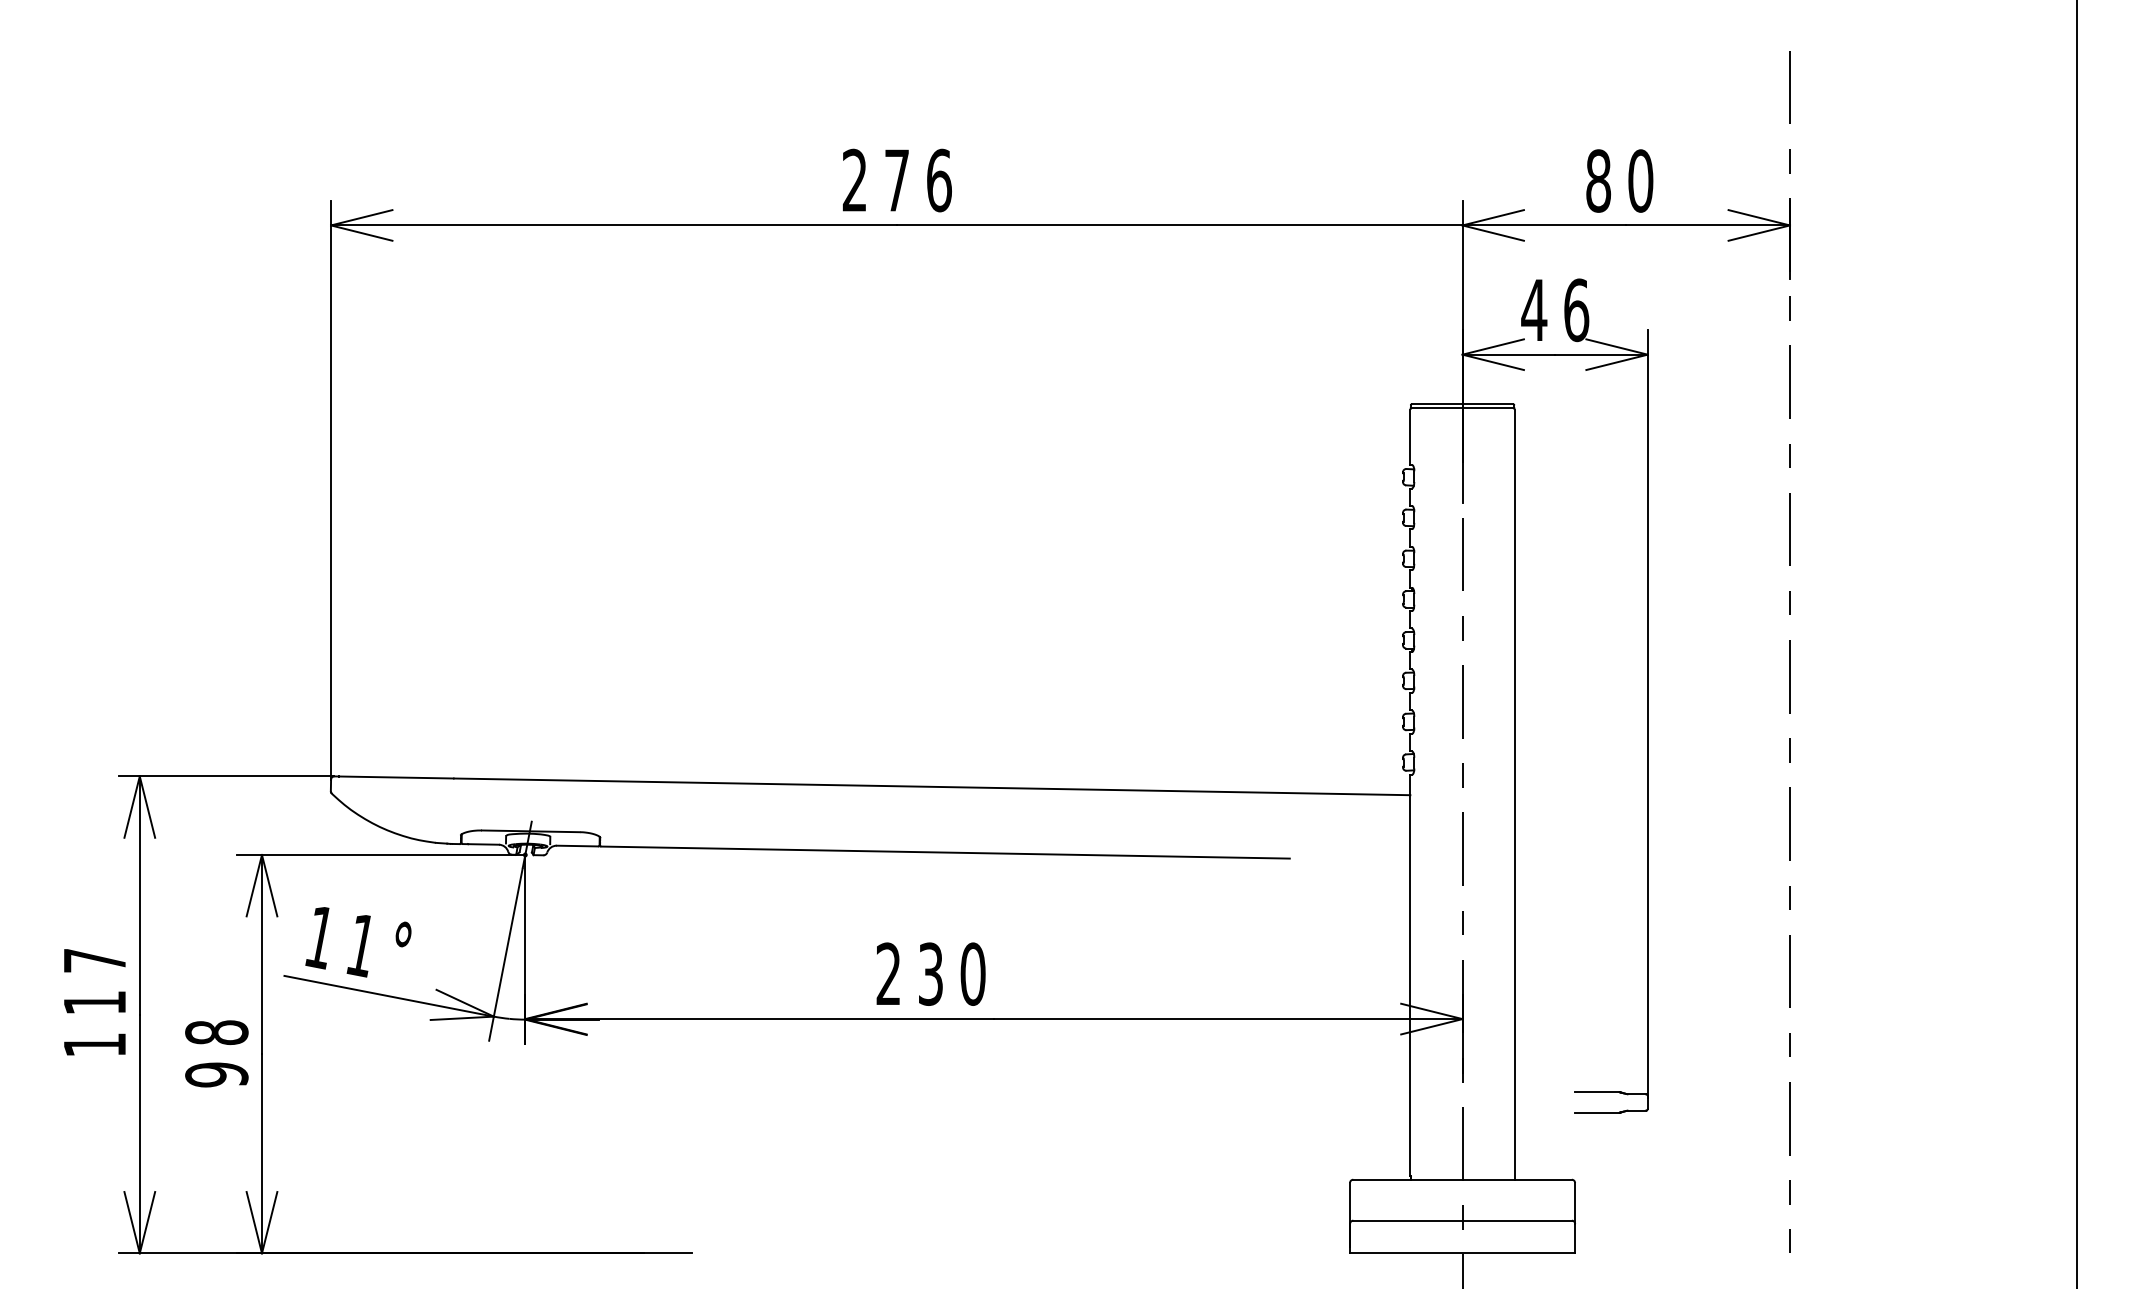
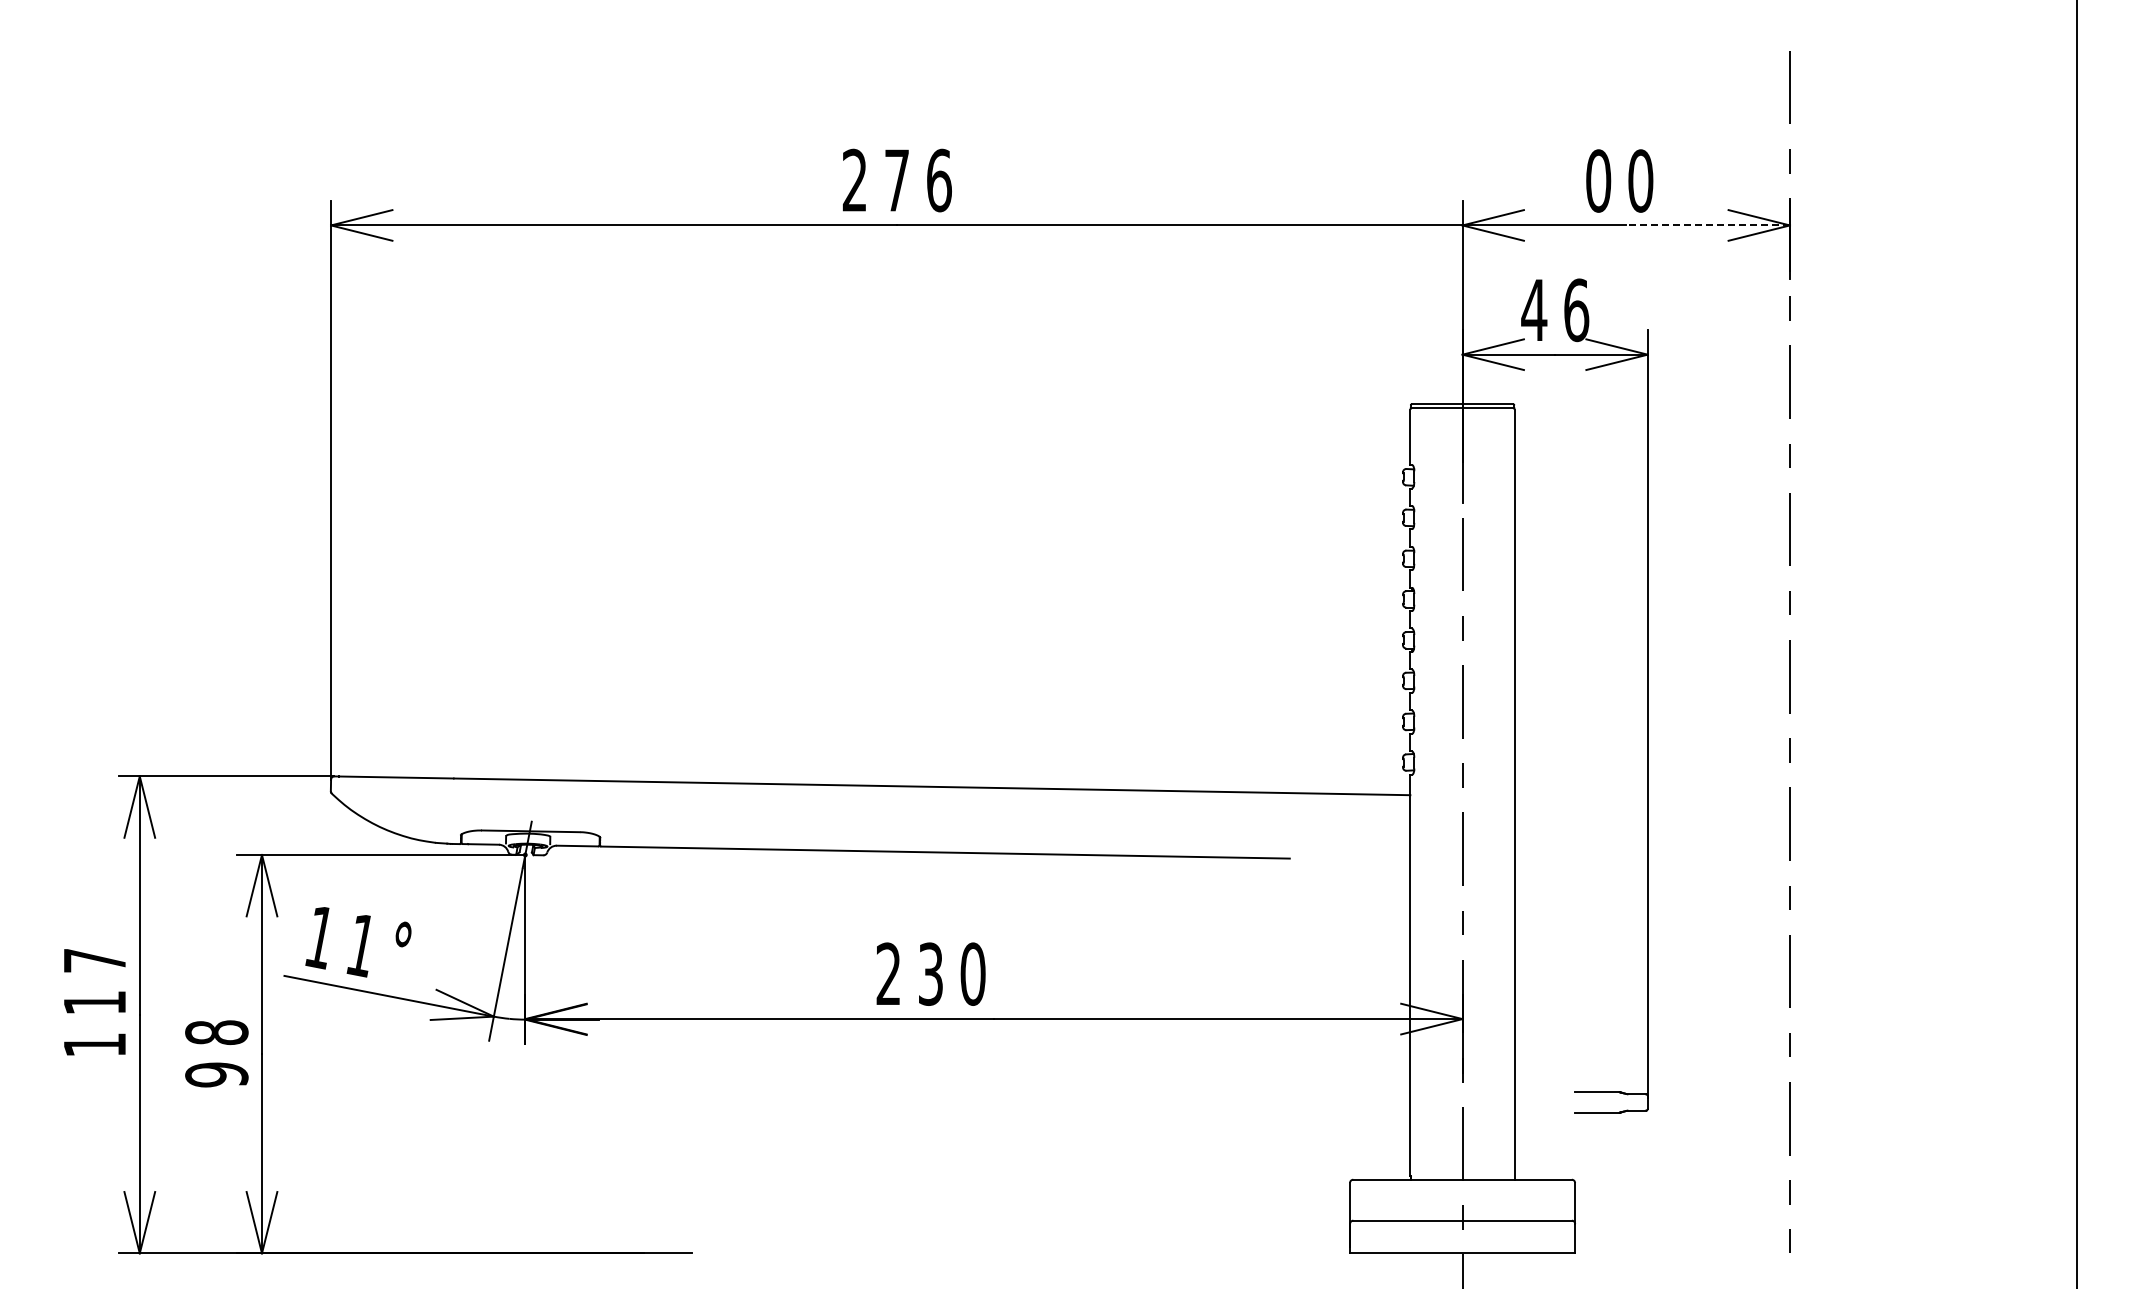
text at (1598, 180): 8 -> 0
line at (1708, 225): solid -> dashed
